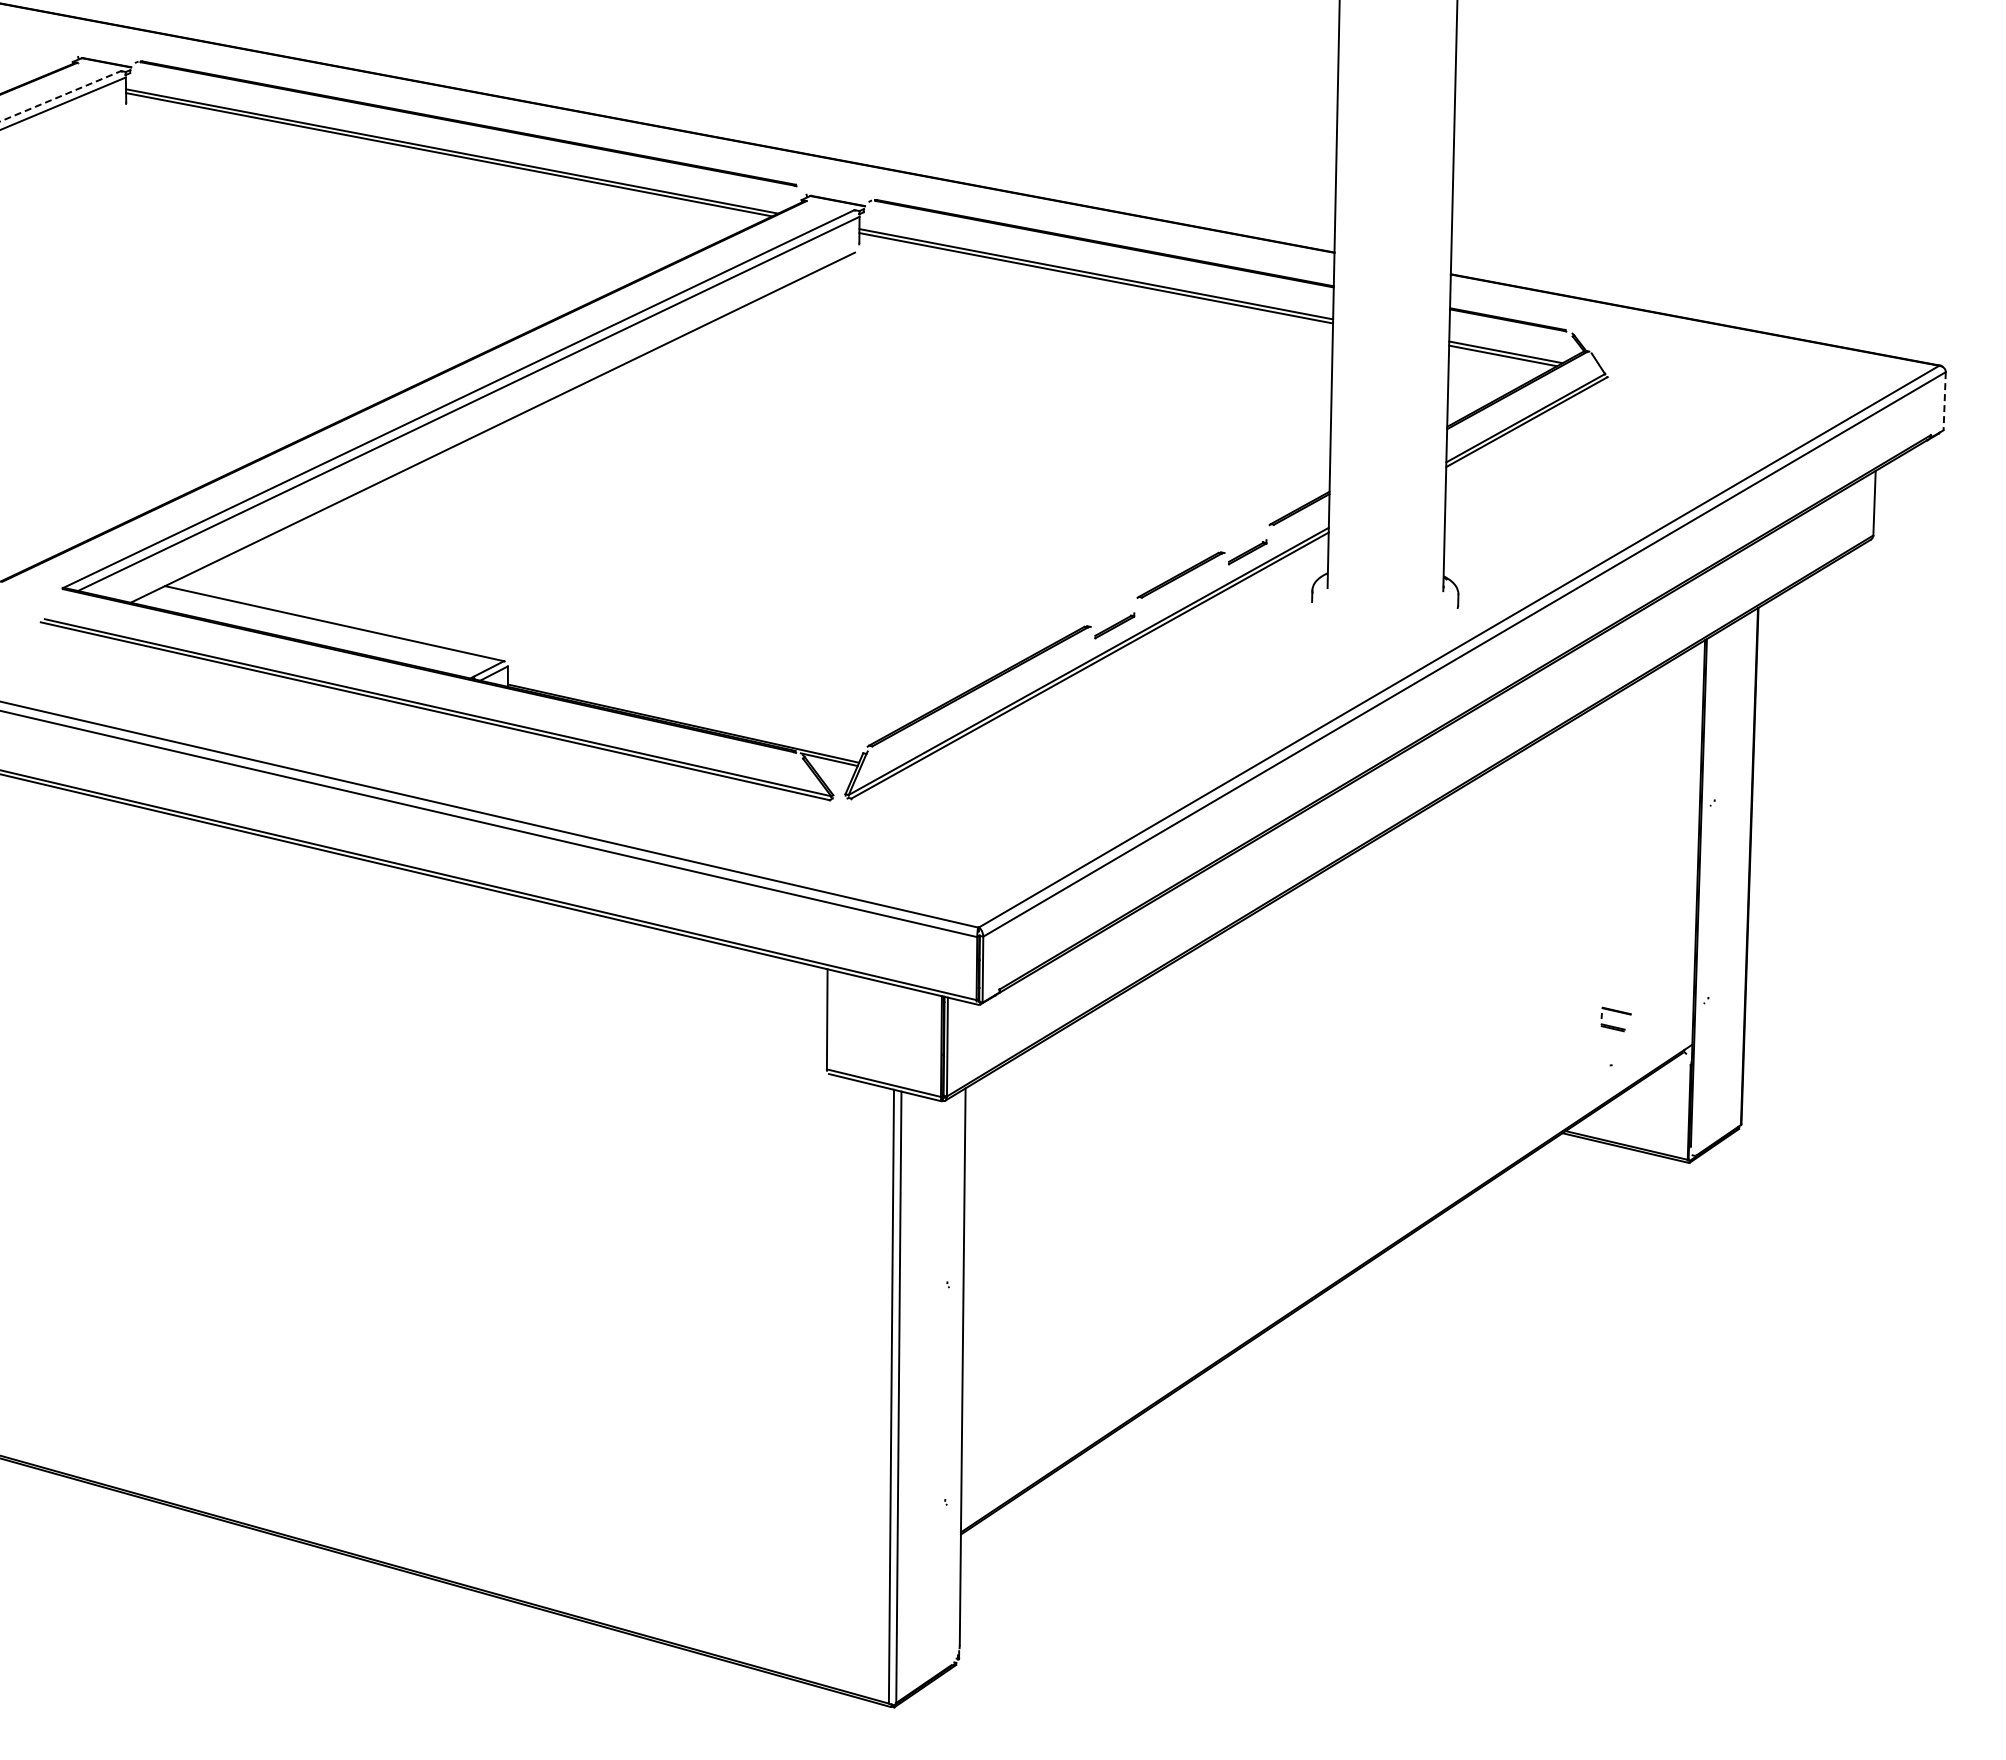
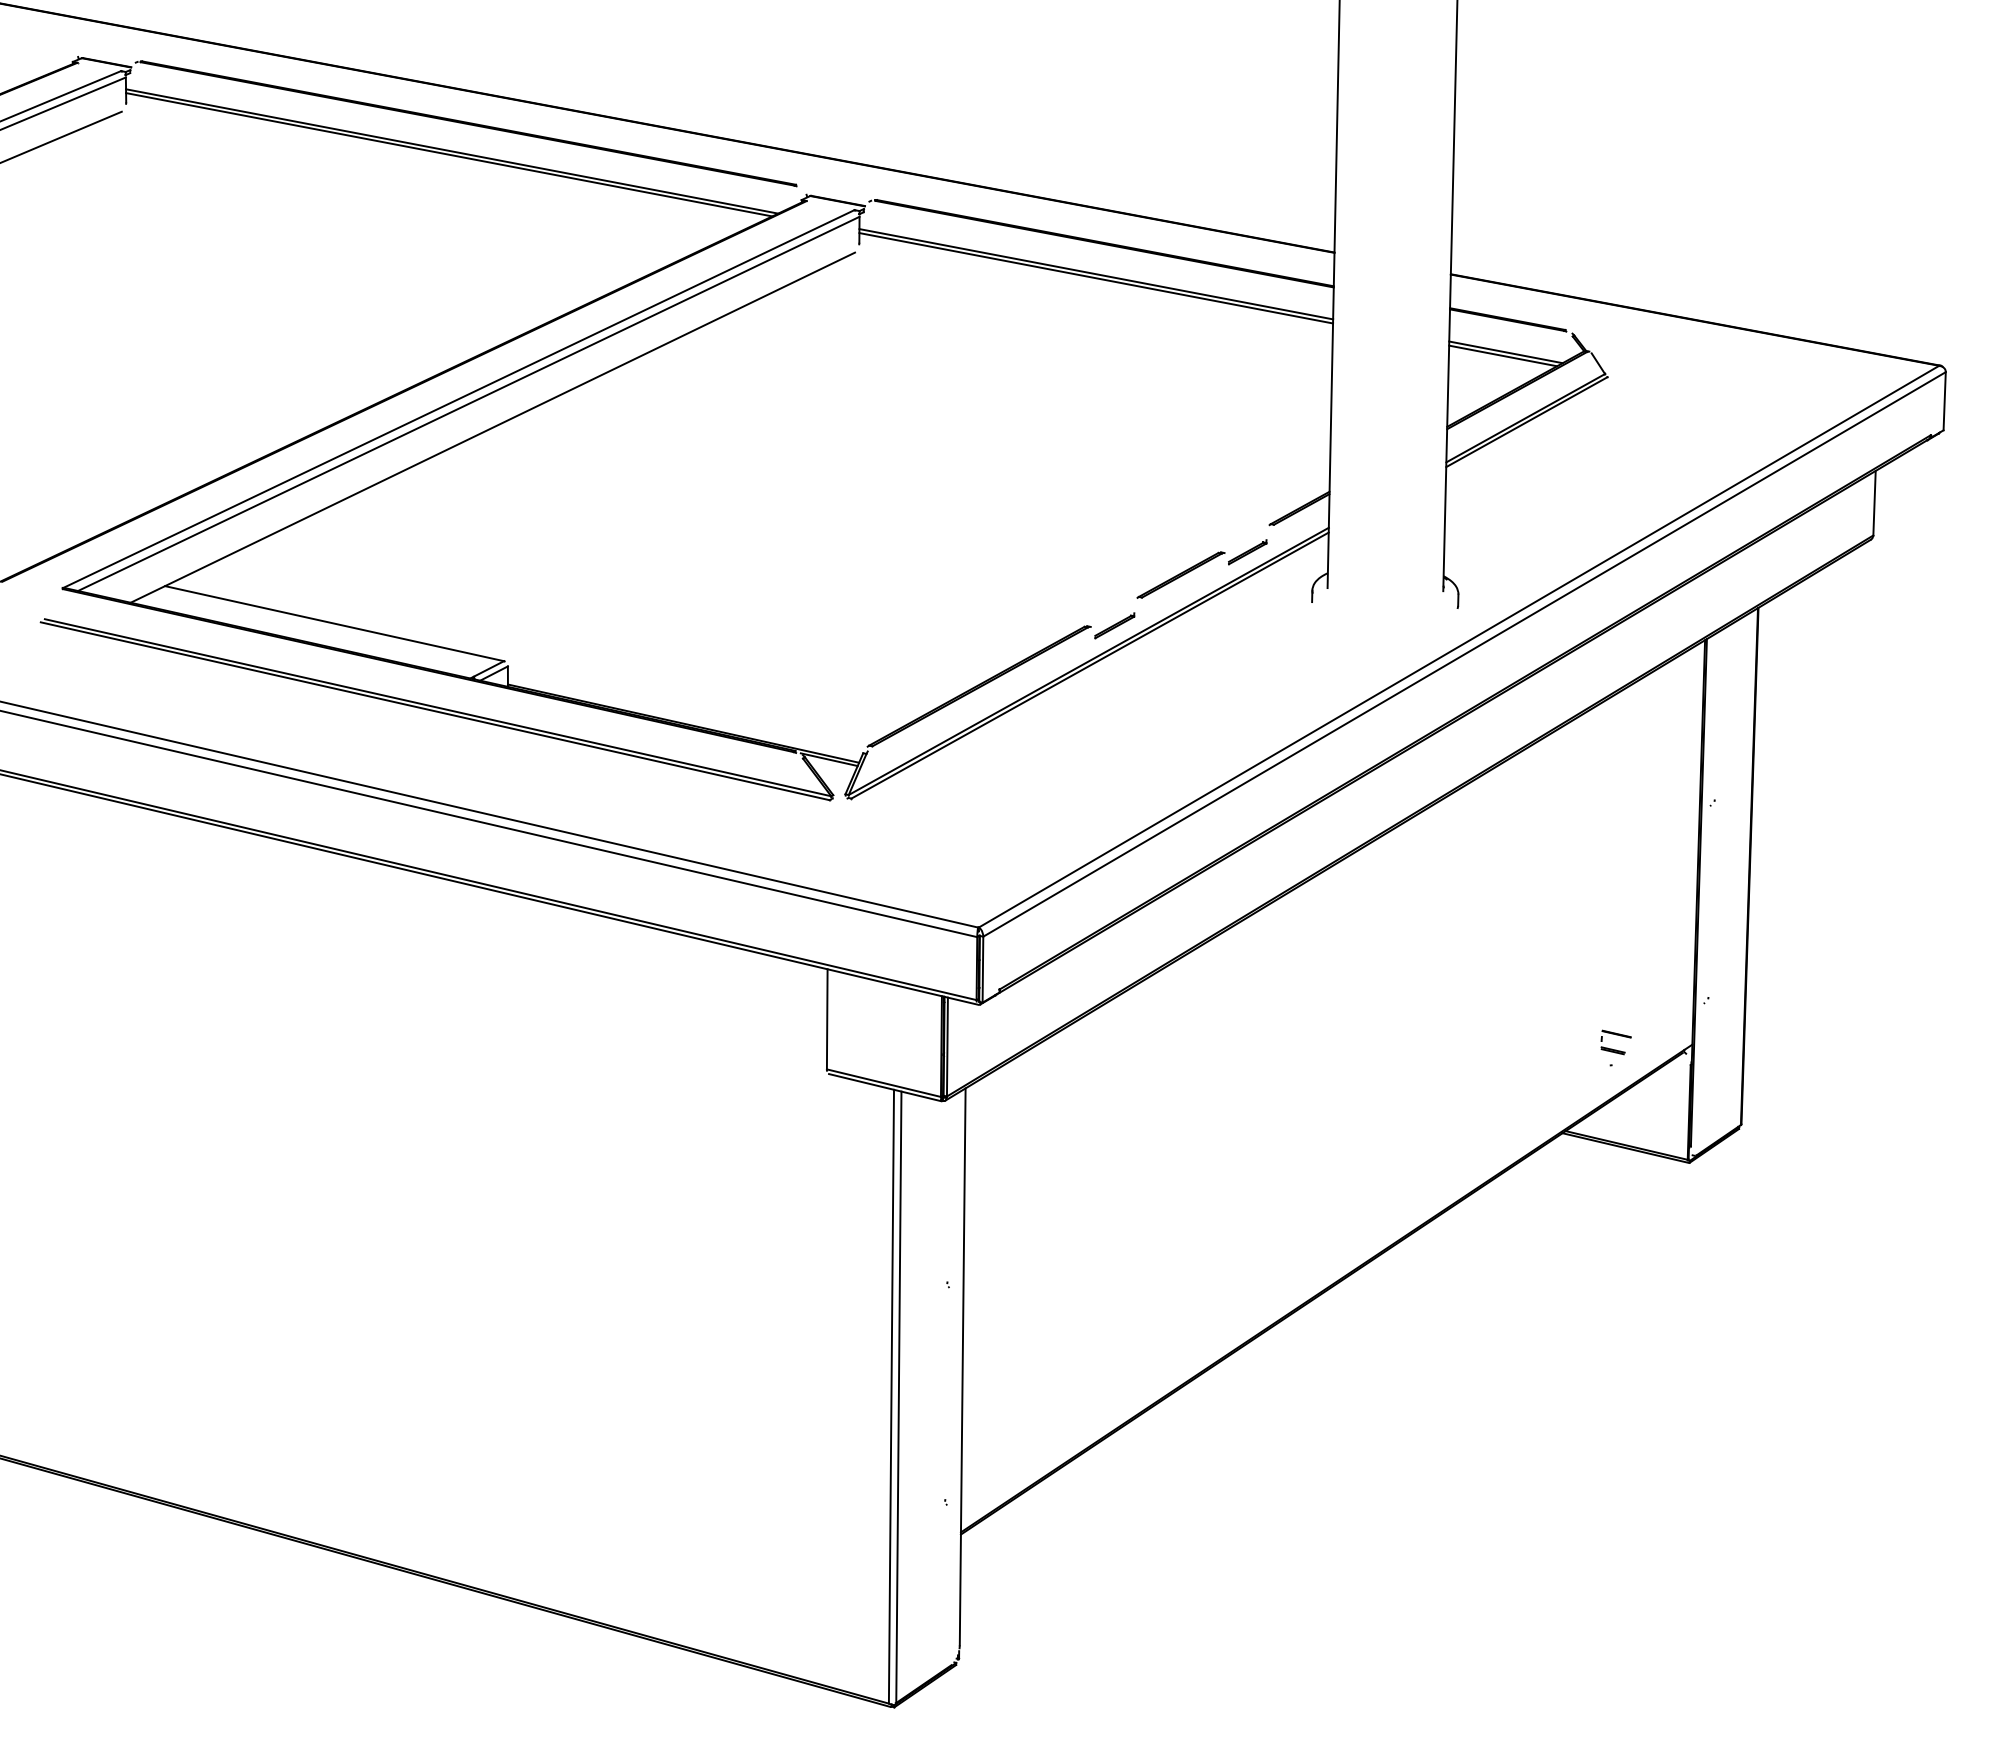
line at (61, 96): dashed -> solid
line at (61, 136): none -> present
line at (1944, 401): dashed -> solid
part at (1612, 1025) position: (1612, 1025) -> (1612, 1048)
